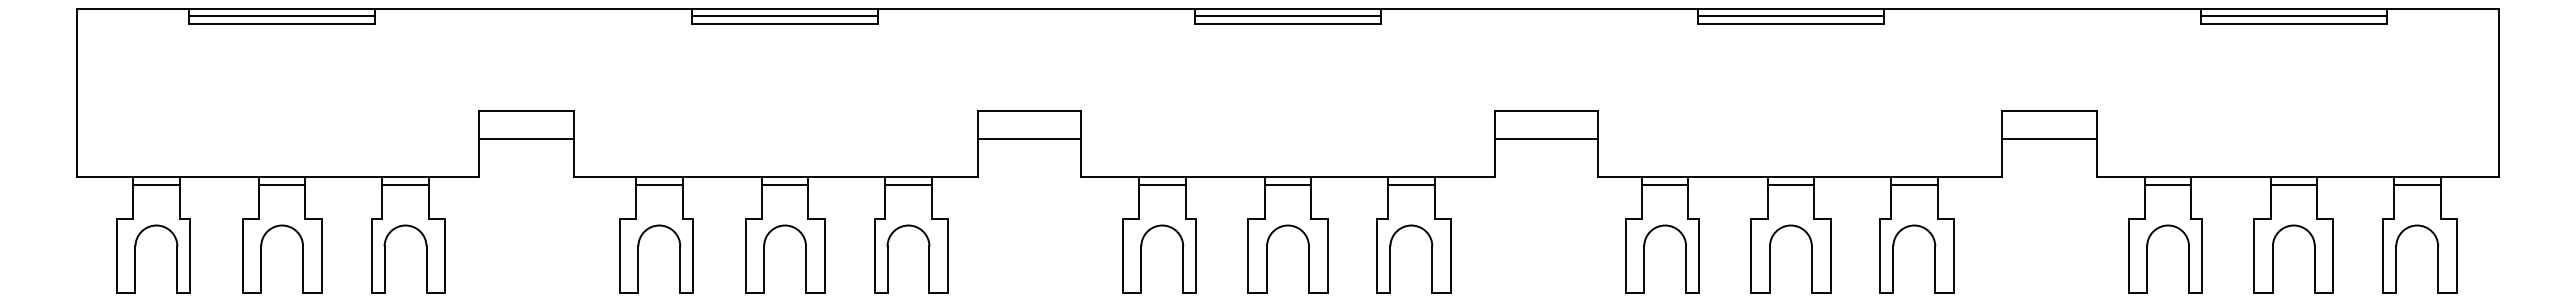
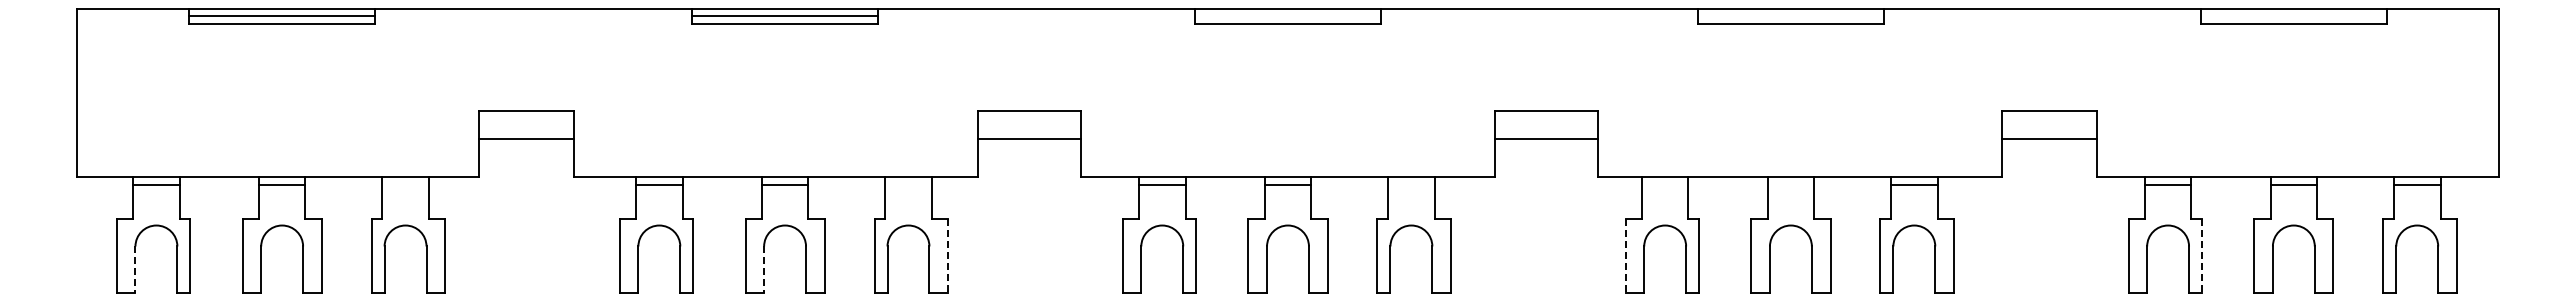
line at (1287, 16): present -> none
line at (1790, 16): present -> none
line at (2293, 16): present -> none
line at (405, 185): present -> none
line at (908, 185): present -> none
line at (1411, 185): present -> none
line at (1664, 185): present -> none
line at (1790, 185): present -> none
line at (948, 256): solid -> dashed
line at (1625, 256): solid -> dashed
line at (2202, 256): solid -> dashed
line at (135, 270): solid -> dashed
line at (764, 270): solid -> dashed
